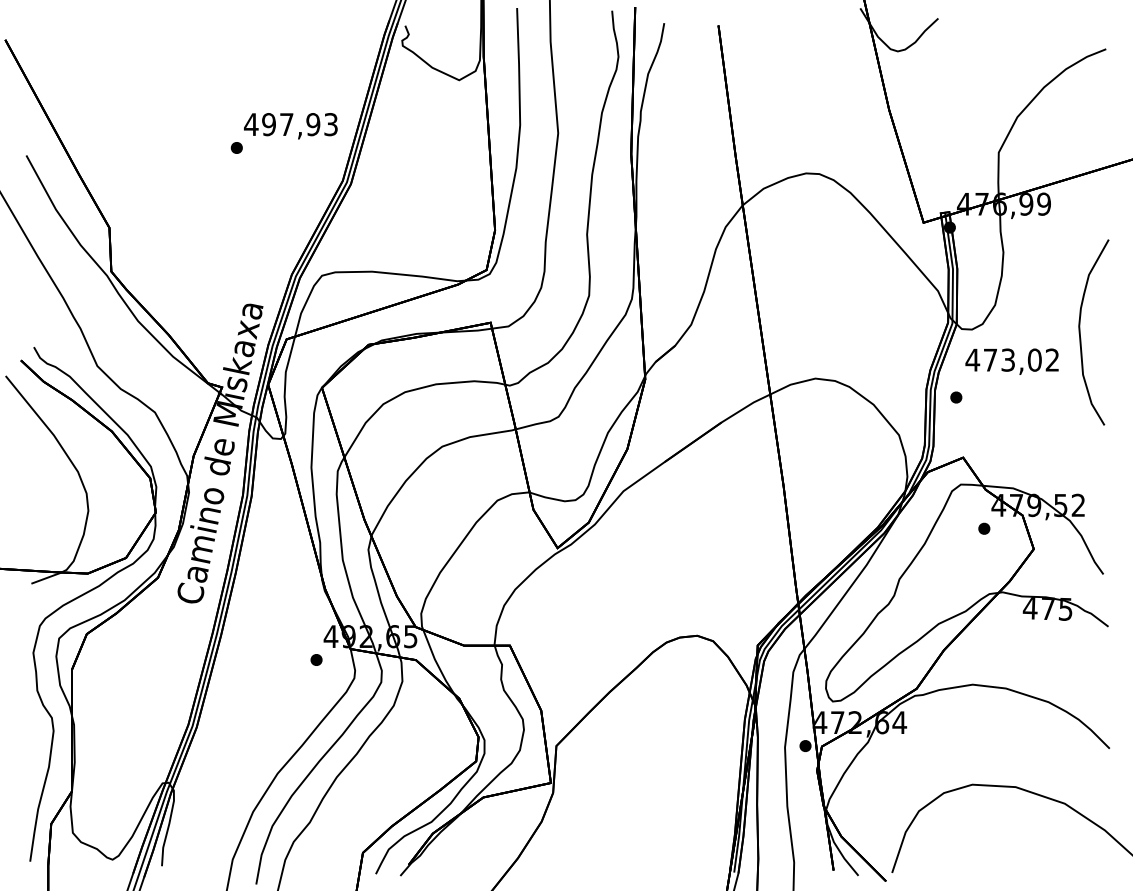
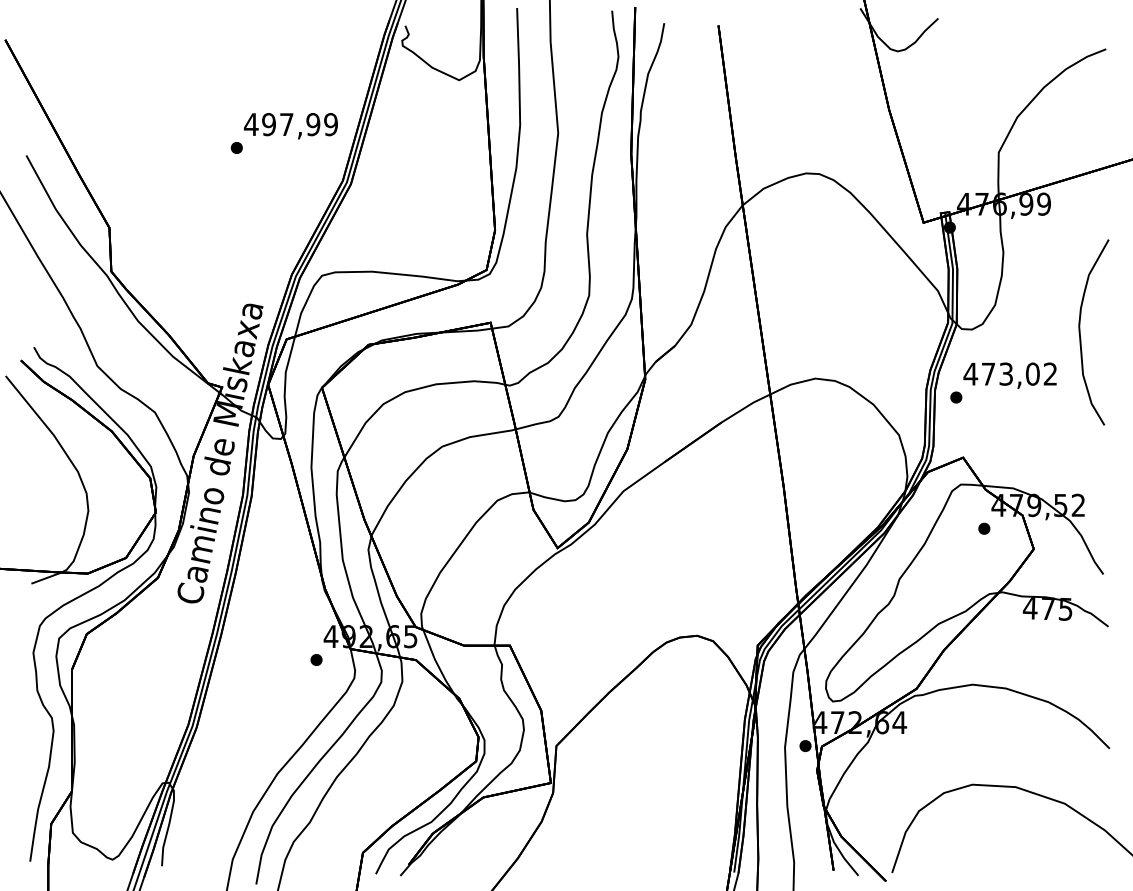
text at (330, 124): 497,93 -> 497,99
text at (1011, 361) position: (1011, 361) -> (1009, 375)
